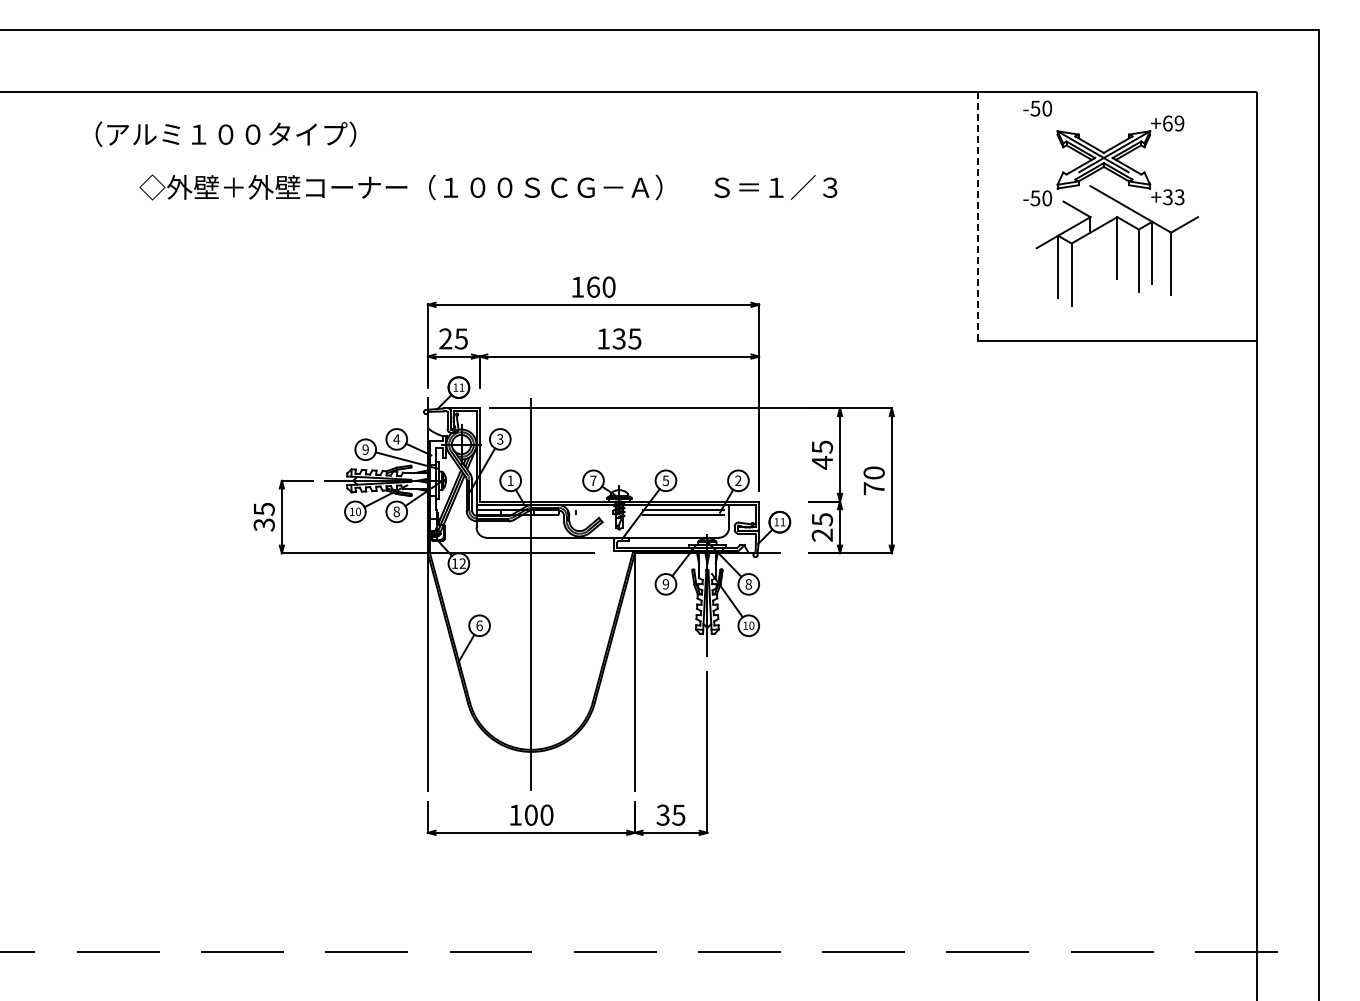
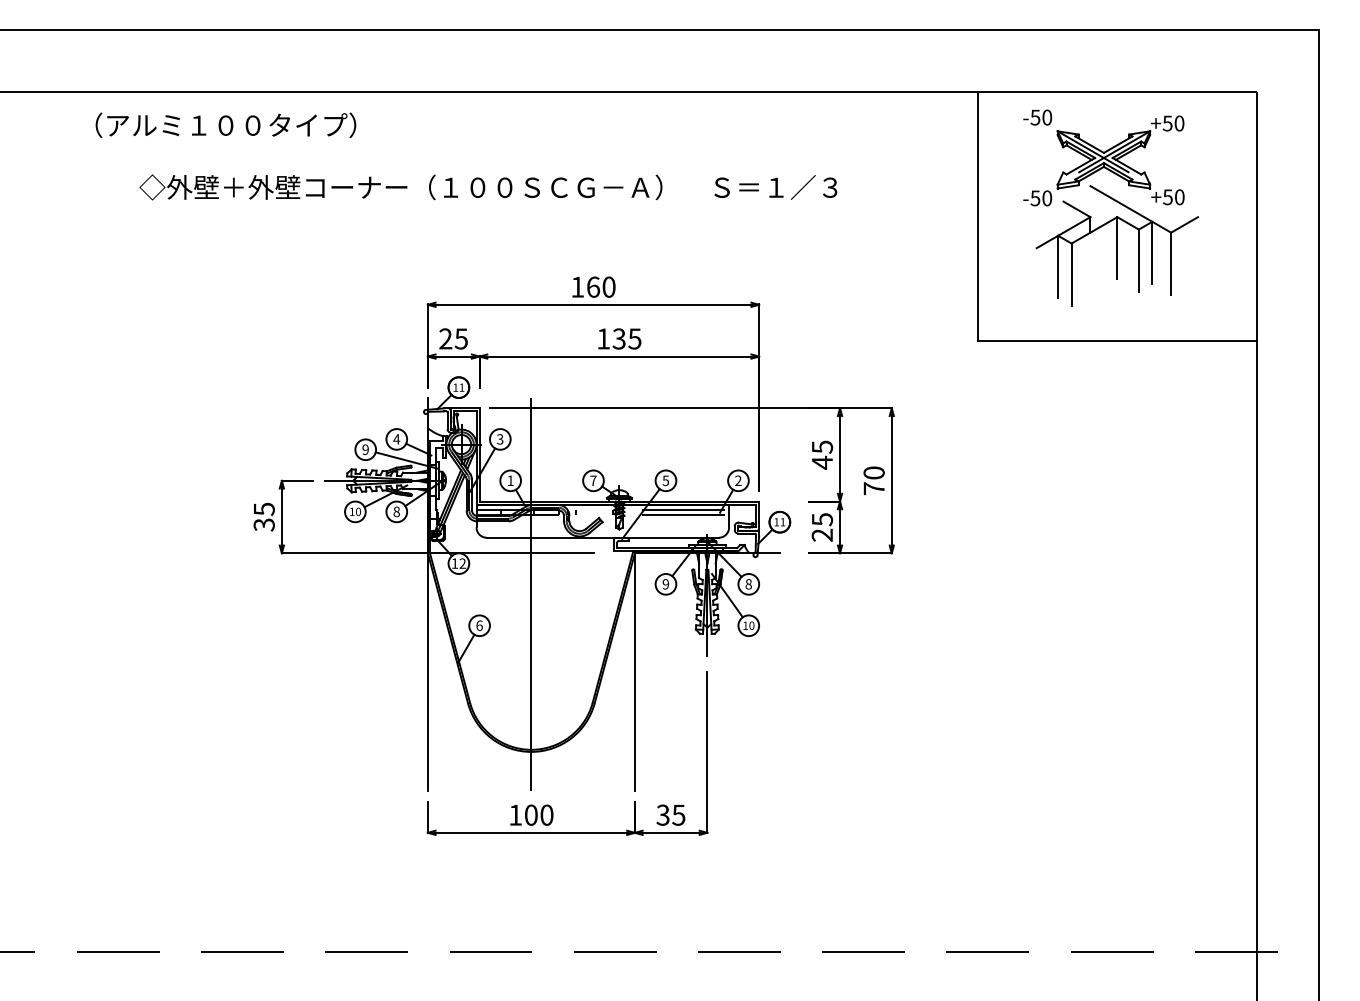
text at (1037, 108) position: (1037, 108) -> (1037, 117)
text at (1173, 123): +69 -> +50
text at (225, 133) position: (225, 133) -> (225, 124)
text at (1173, 197): +33 -> +50
line at (977, 215): dashed -> solid
